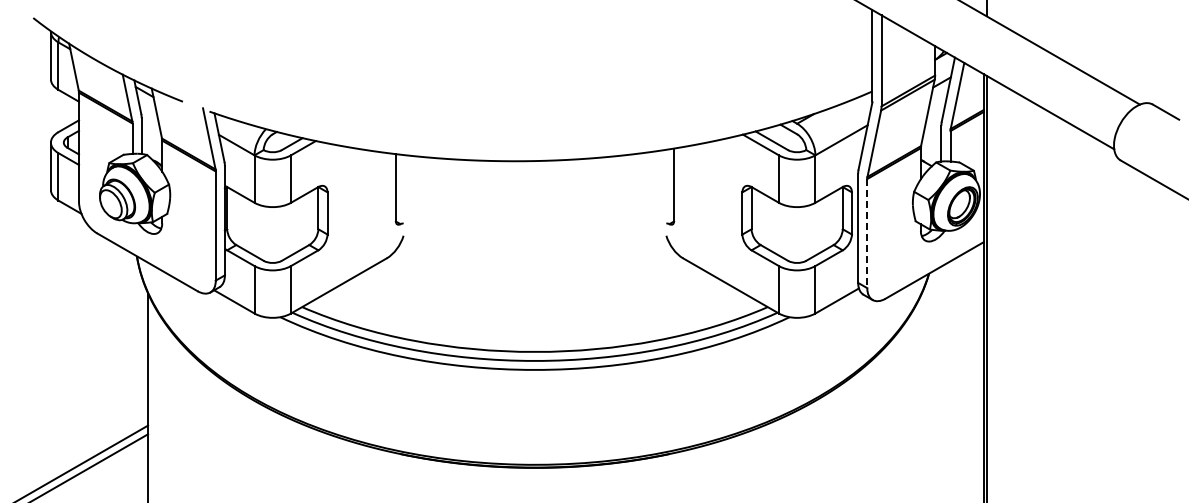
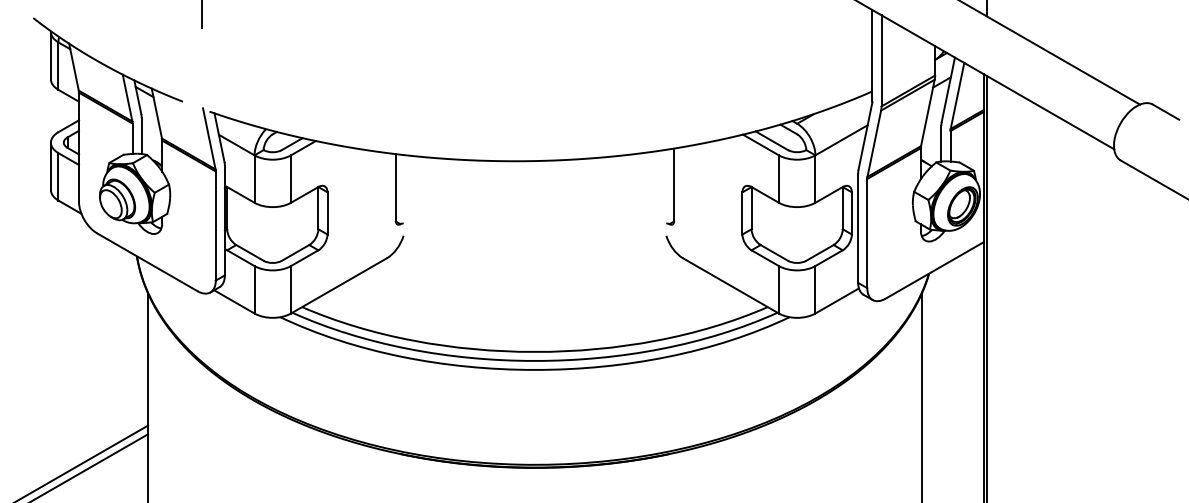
line at (201, 14): none -> present
line at (867, 233): dashed -> solid
line at (921, 396): none -> present
